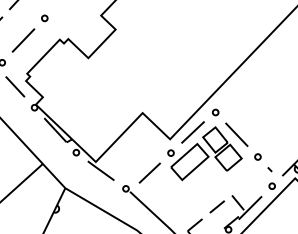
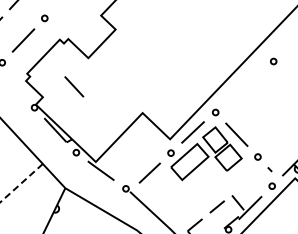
circle at (273, 61): none -> present
line at (15, 86) position: (15, 86) -> (74, 86)
line at (21, 183): solid -> dashed
